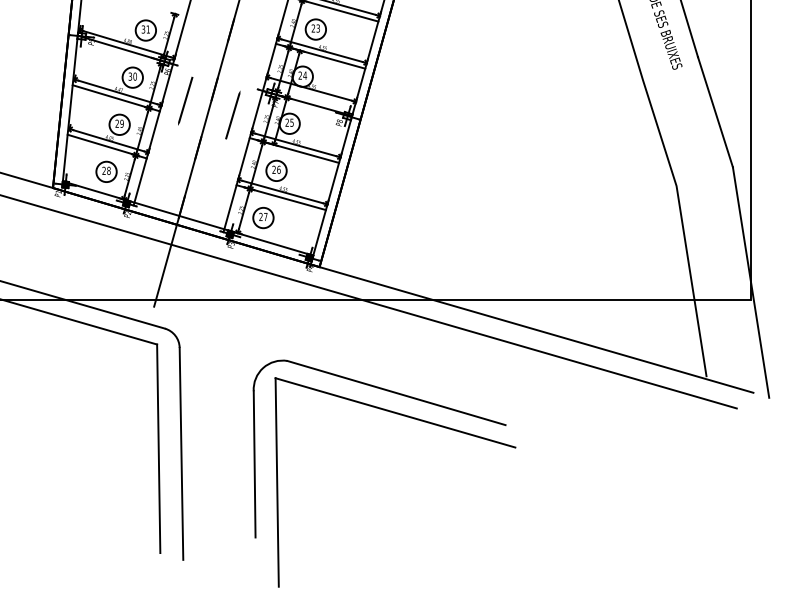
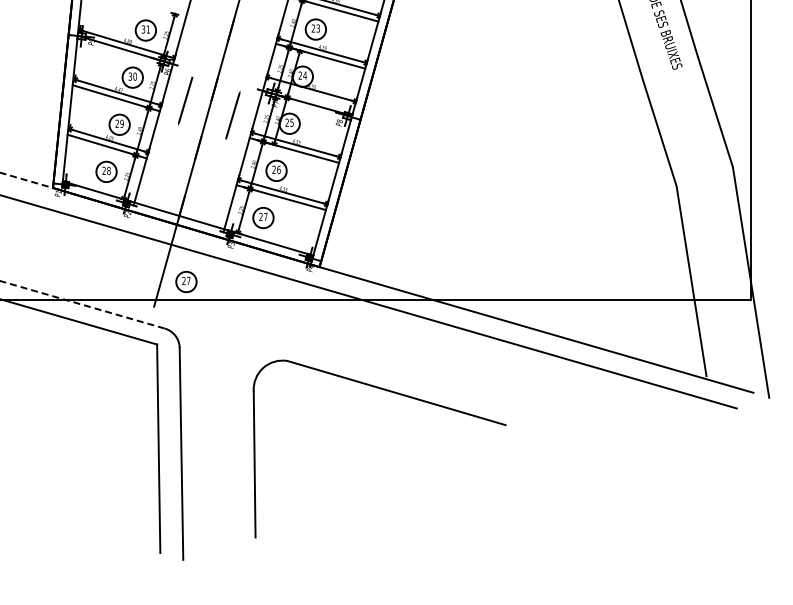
line at (27, 180): solid -> dashed
part at (186, 282): none -> present
line at (83, 305): solid -> dashed
part at (410, 418): present -> none
